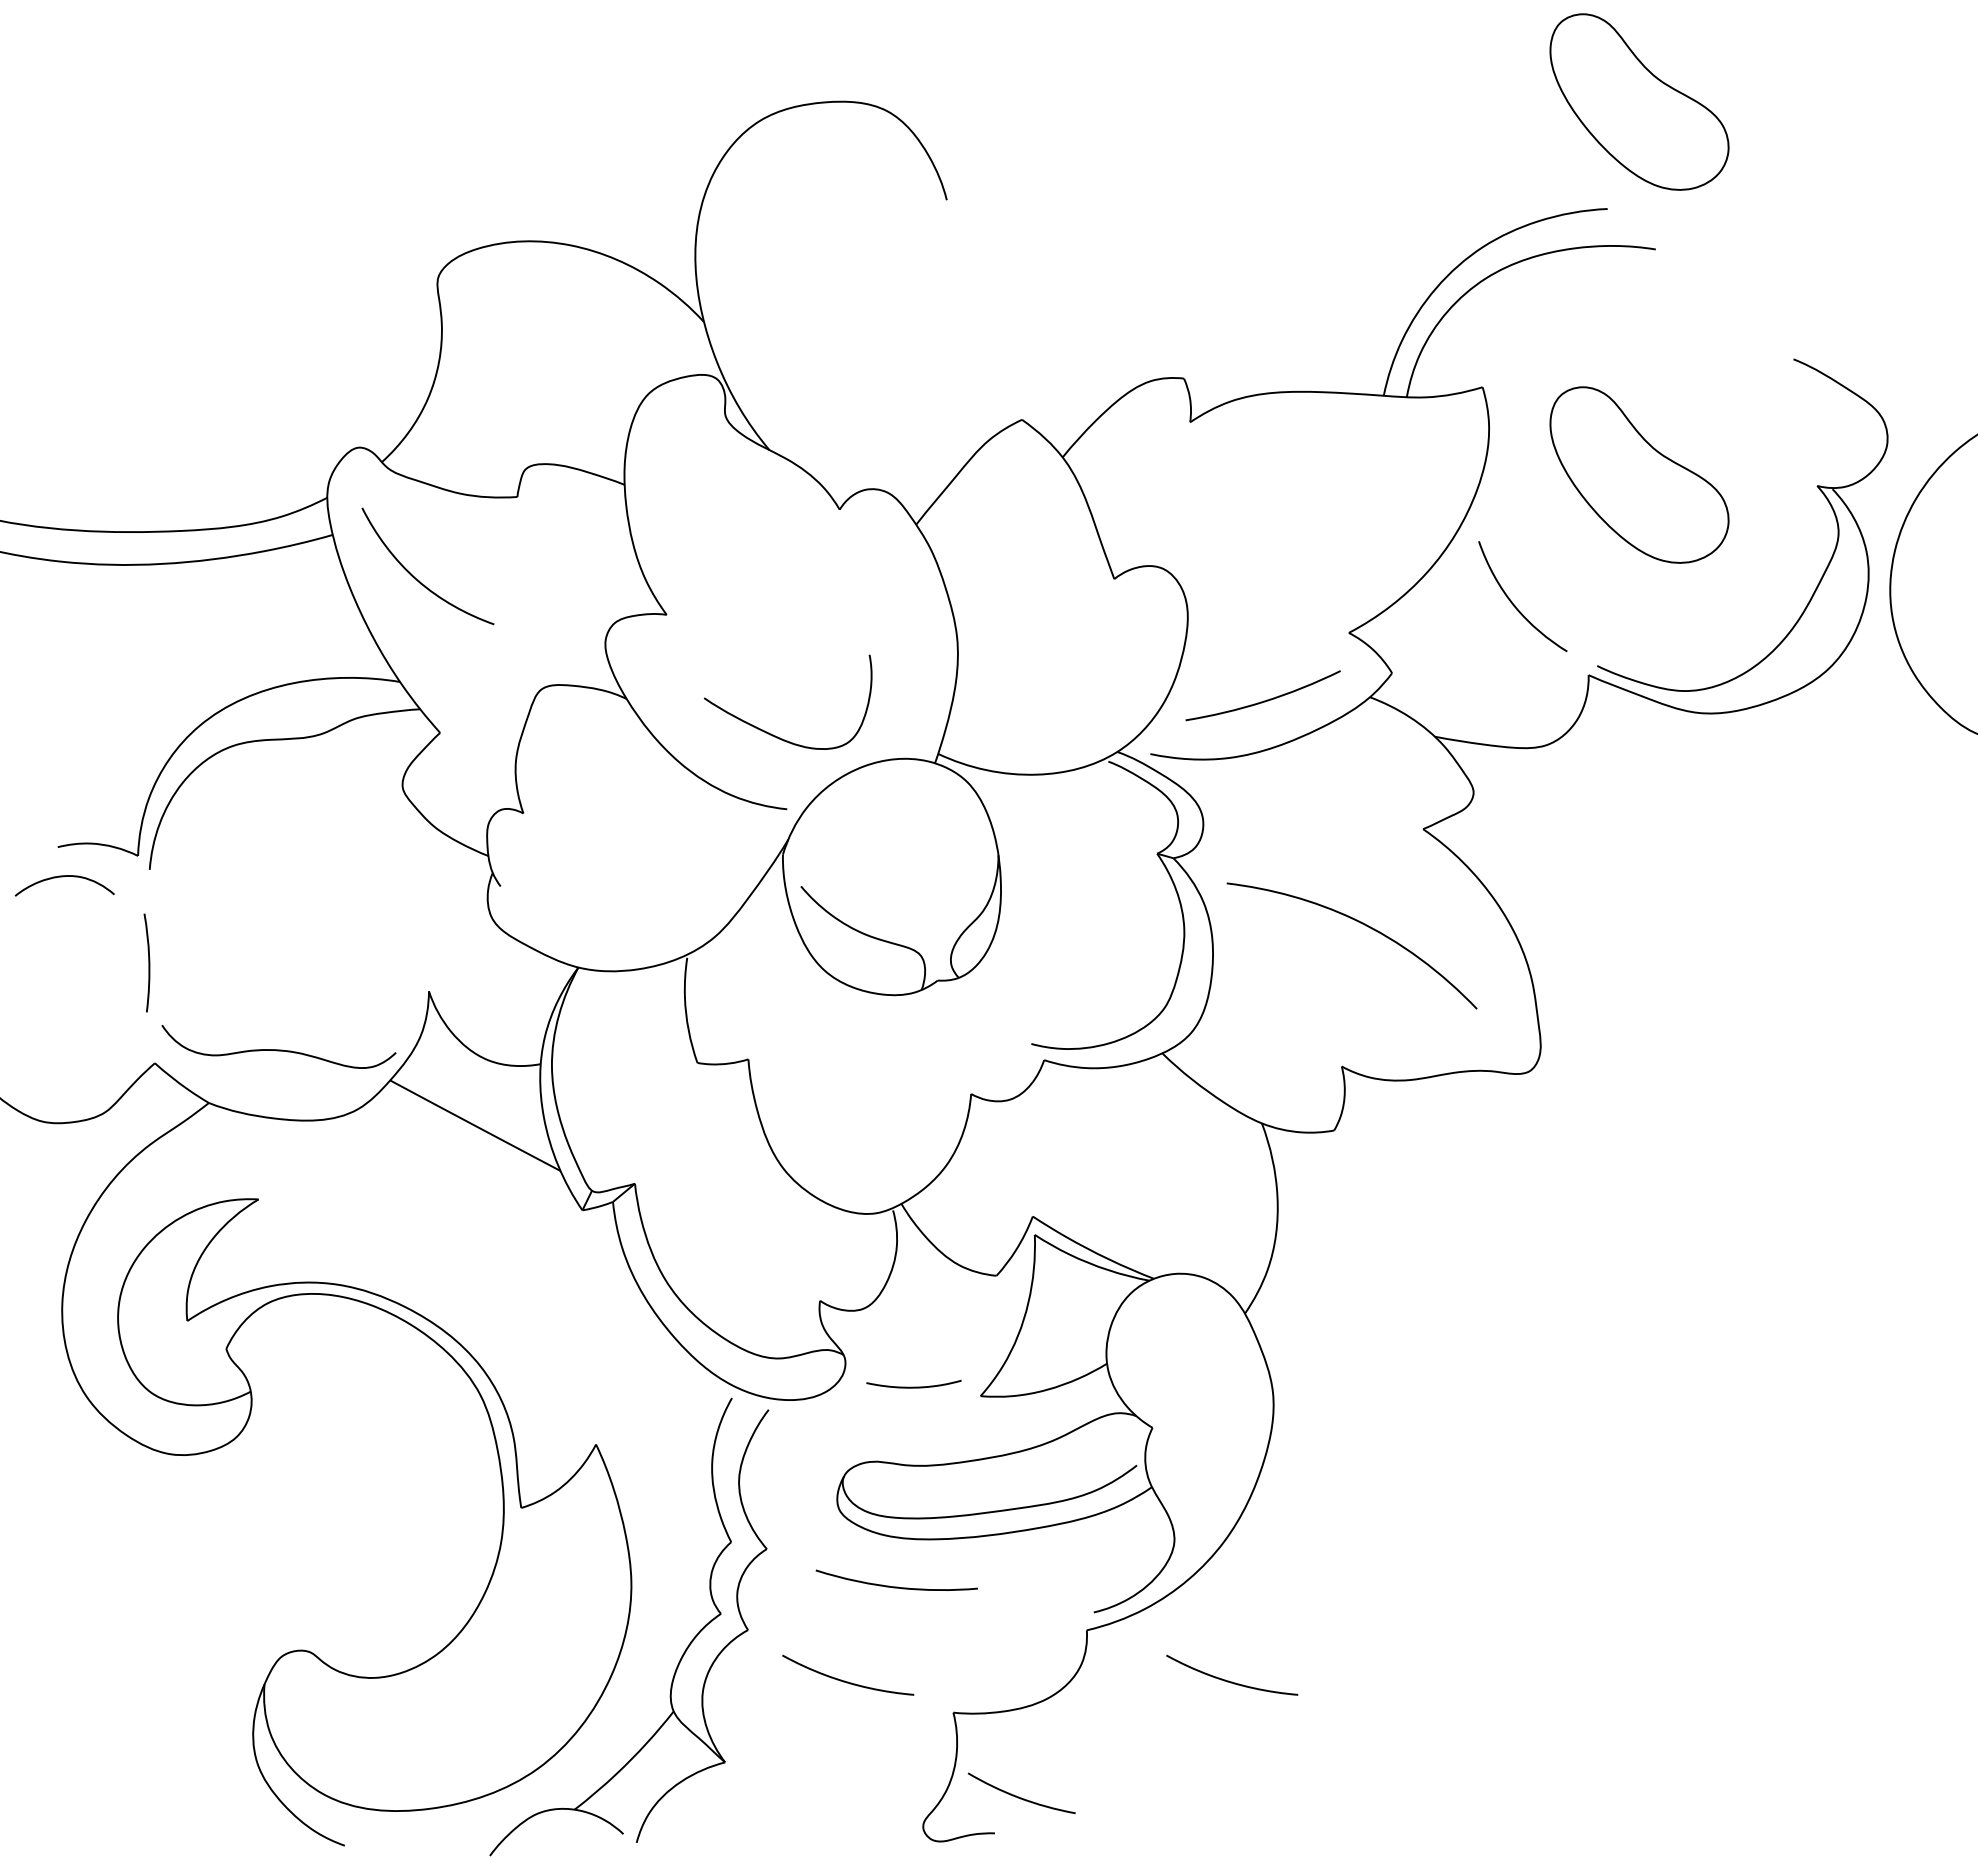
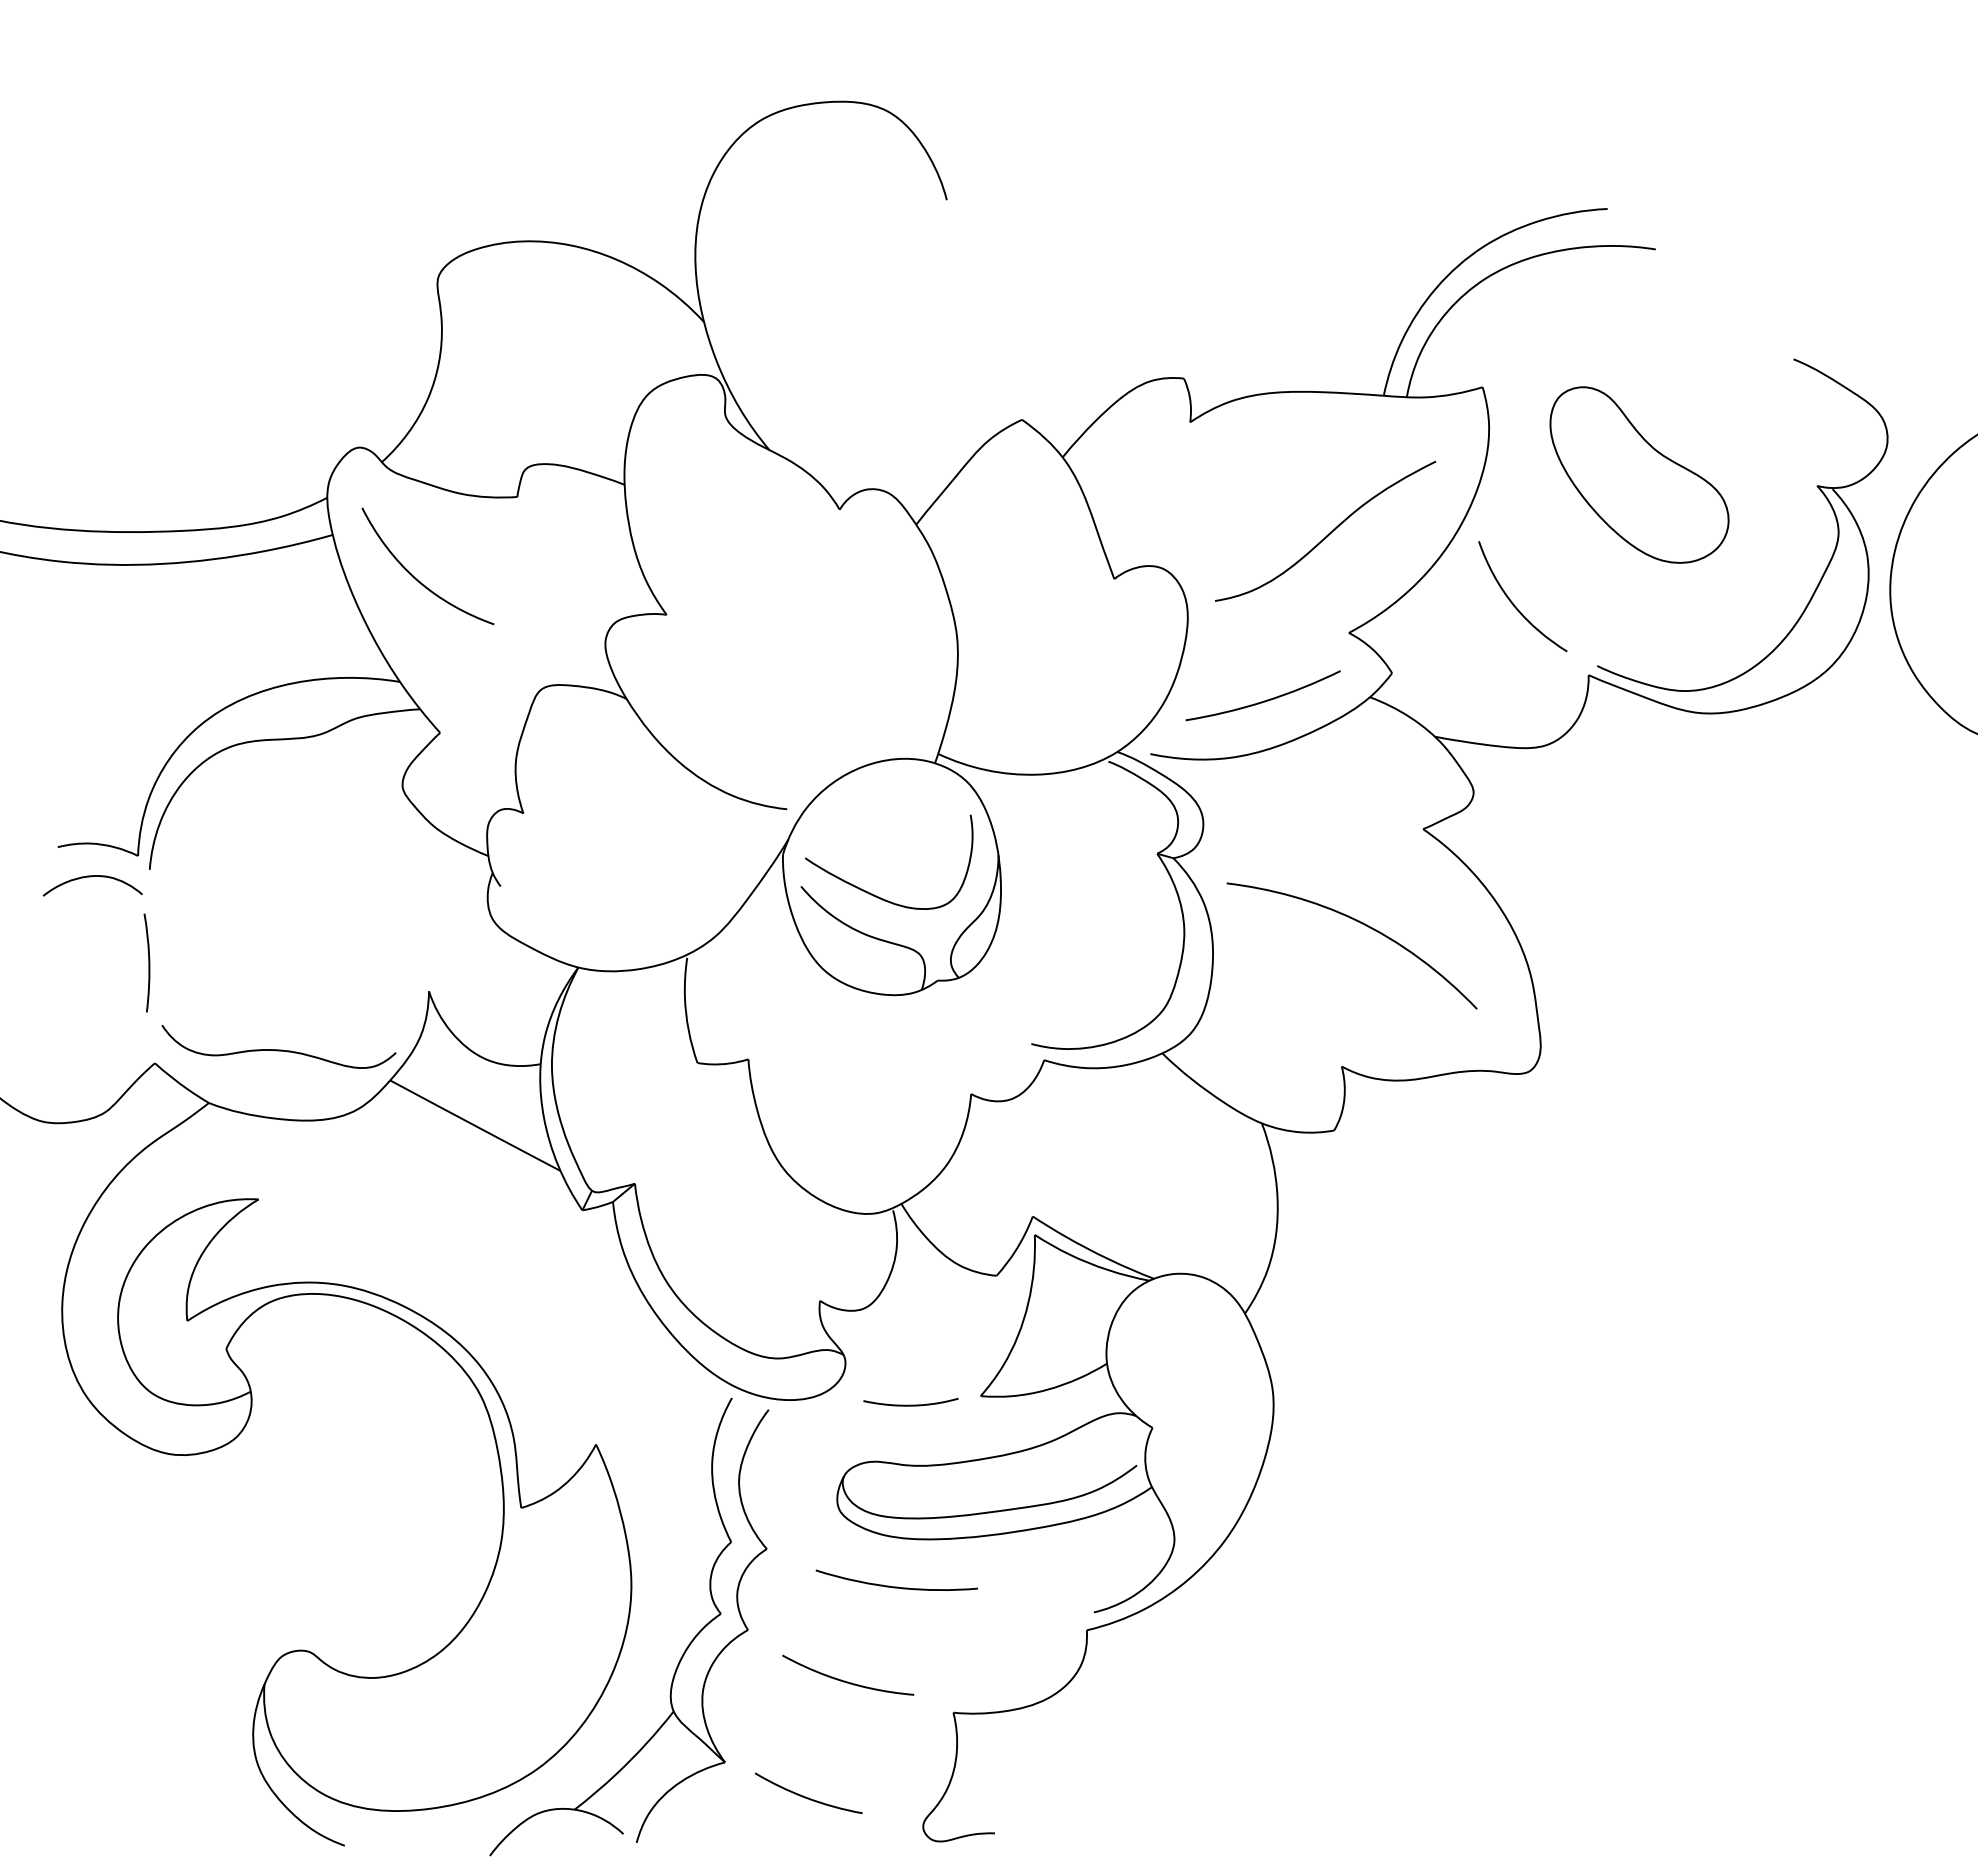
part at (1639, 101): present -> none
curve at (1328, 533): none -> present
curve at (771, 733) position: (771, 733) -> (872, 893)
curve at (63, 877) position: (63, 877) -> (91, 877)
curve at (913, 1386) position: (913, 1386) -> (910, 1404)
curve at (1232, 1681): present -> none
curve at (1019, 1796) position: (1019, 1796) -> (806, 1796)
